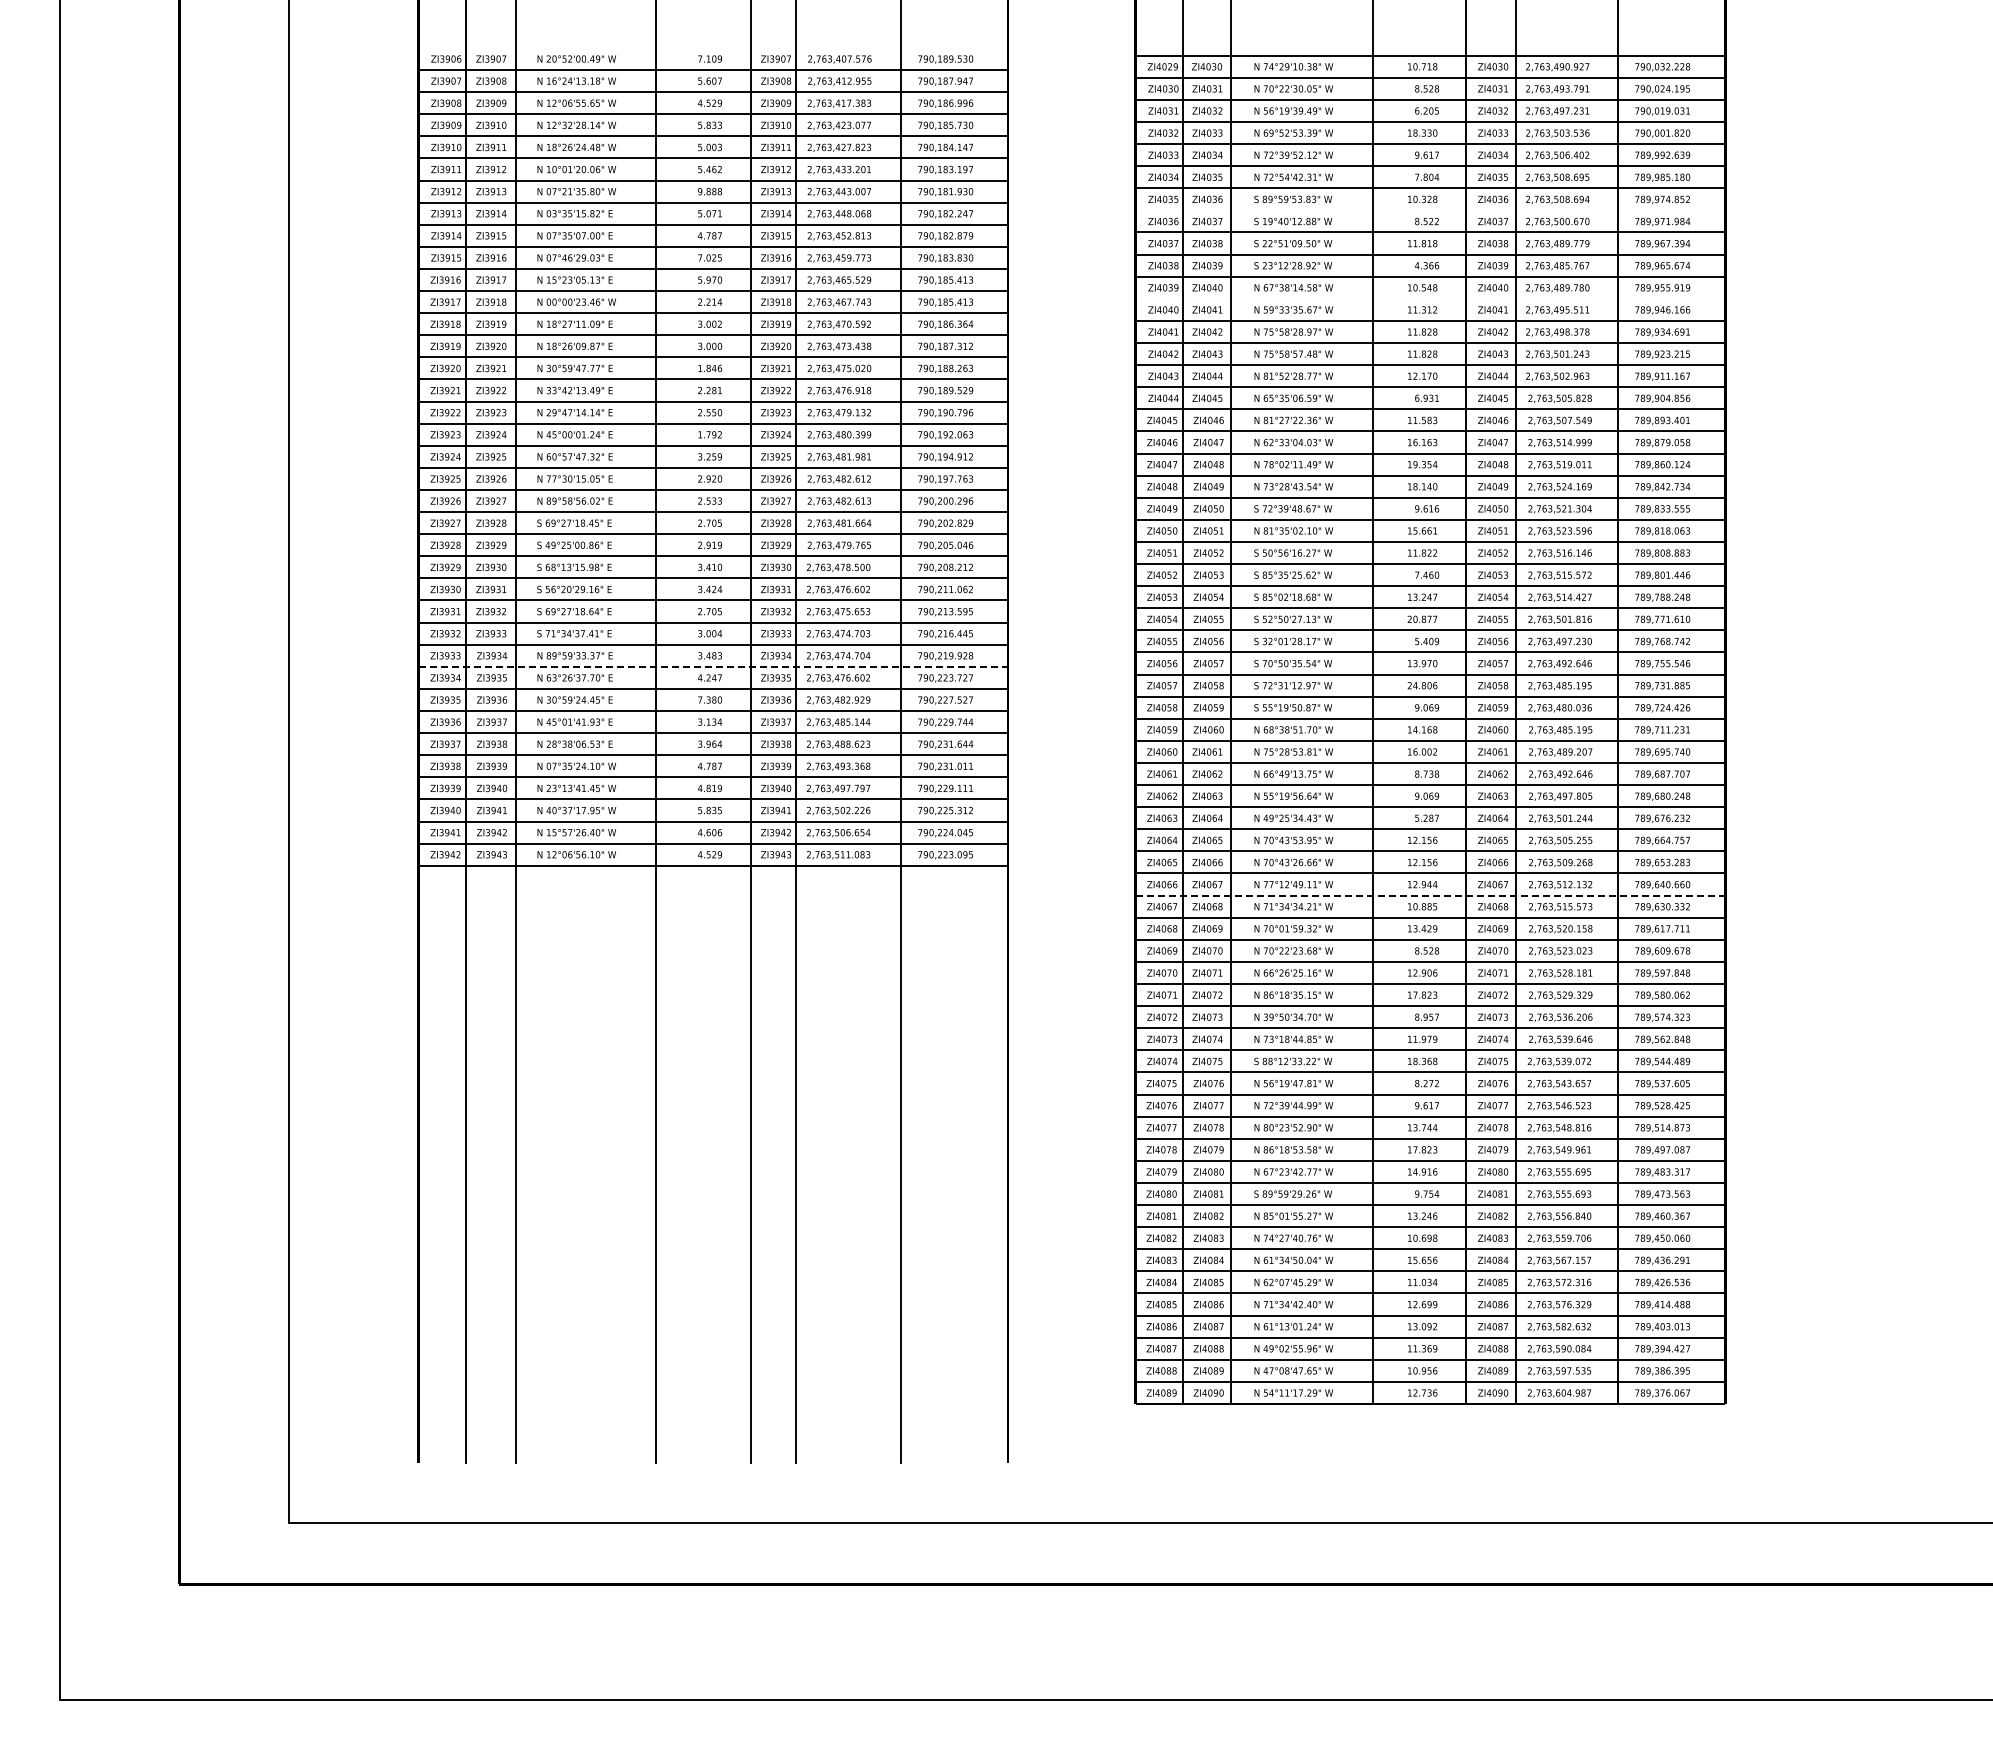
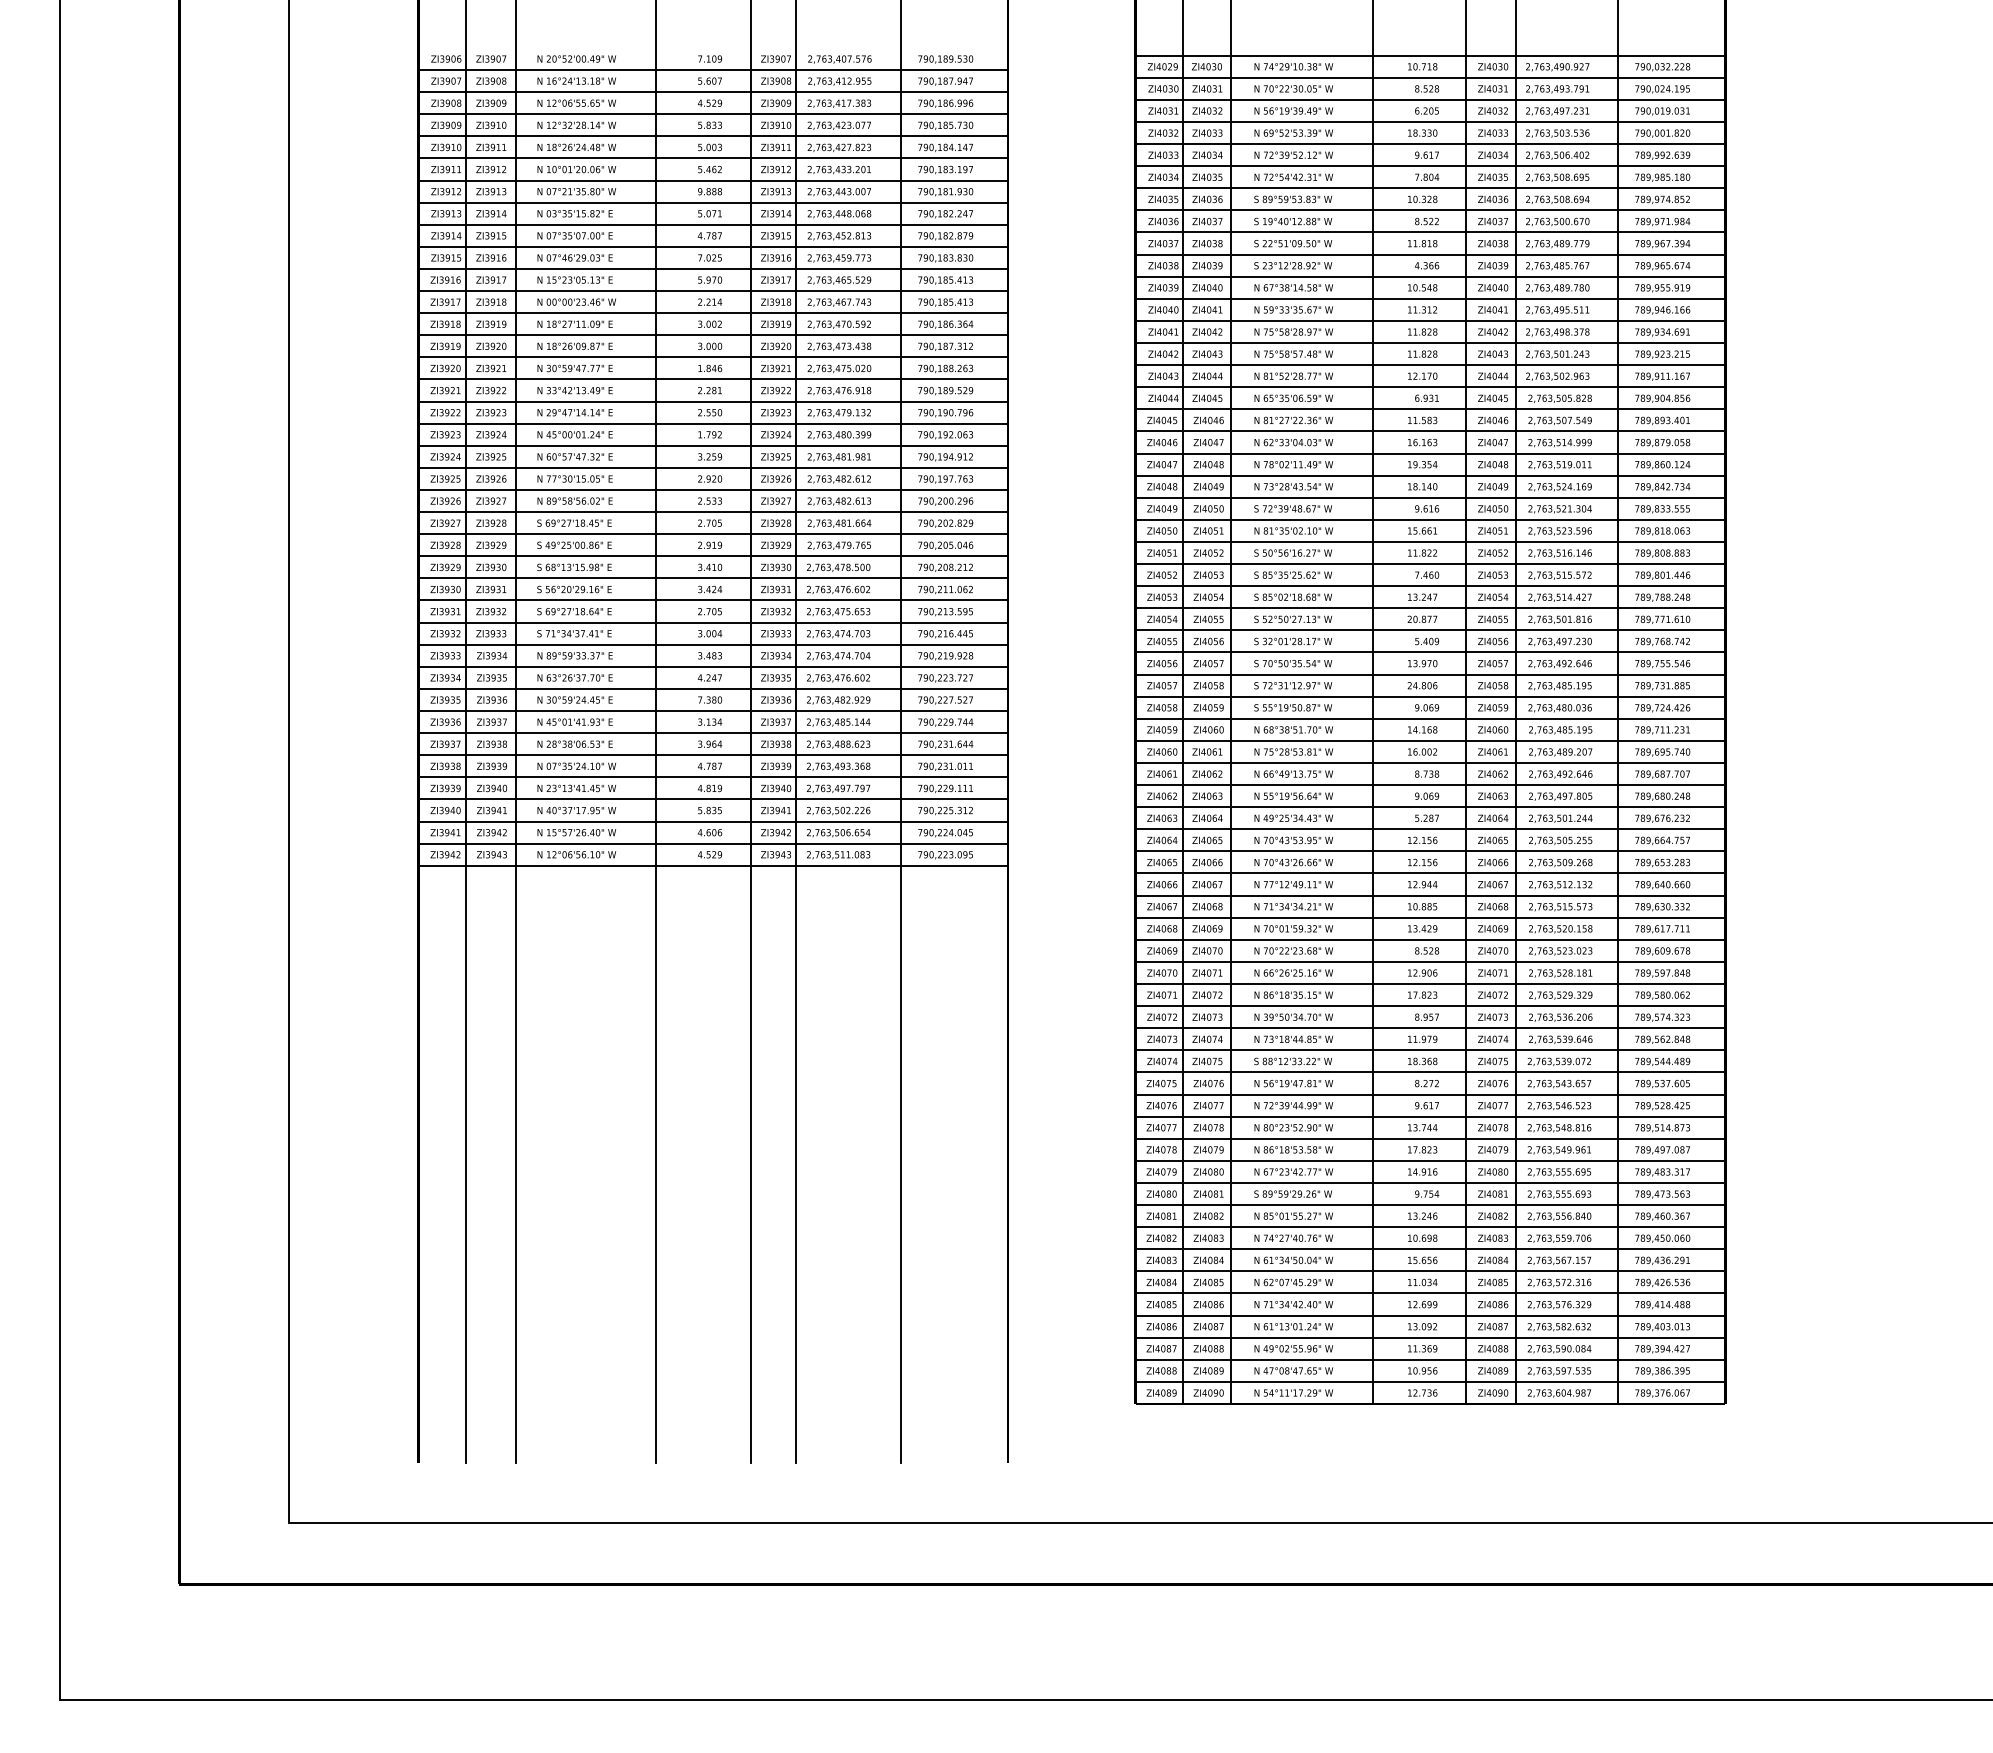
line at (1430, 210): none -> present
line at (1430, 298): none -> present
line at (713, 666): dashed -> solid
line at (1430, 895): dashed -> solid
